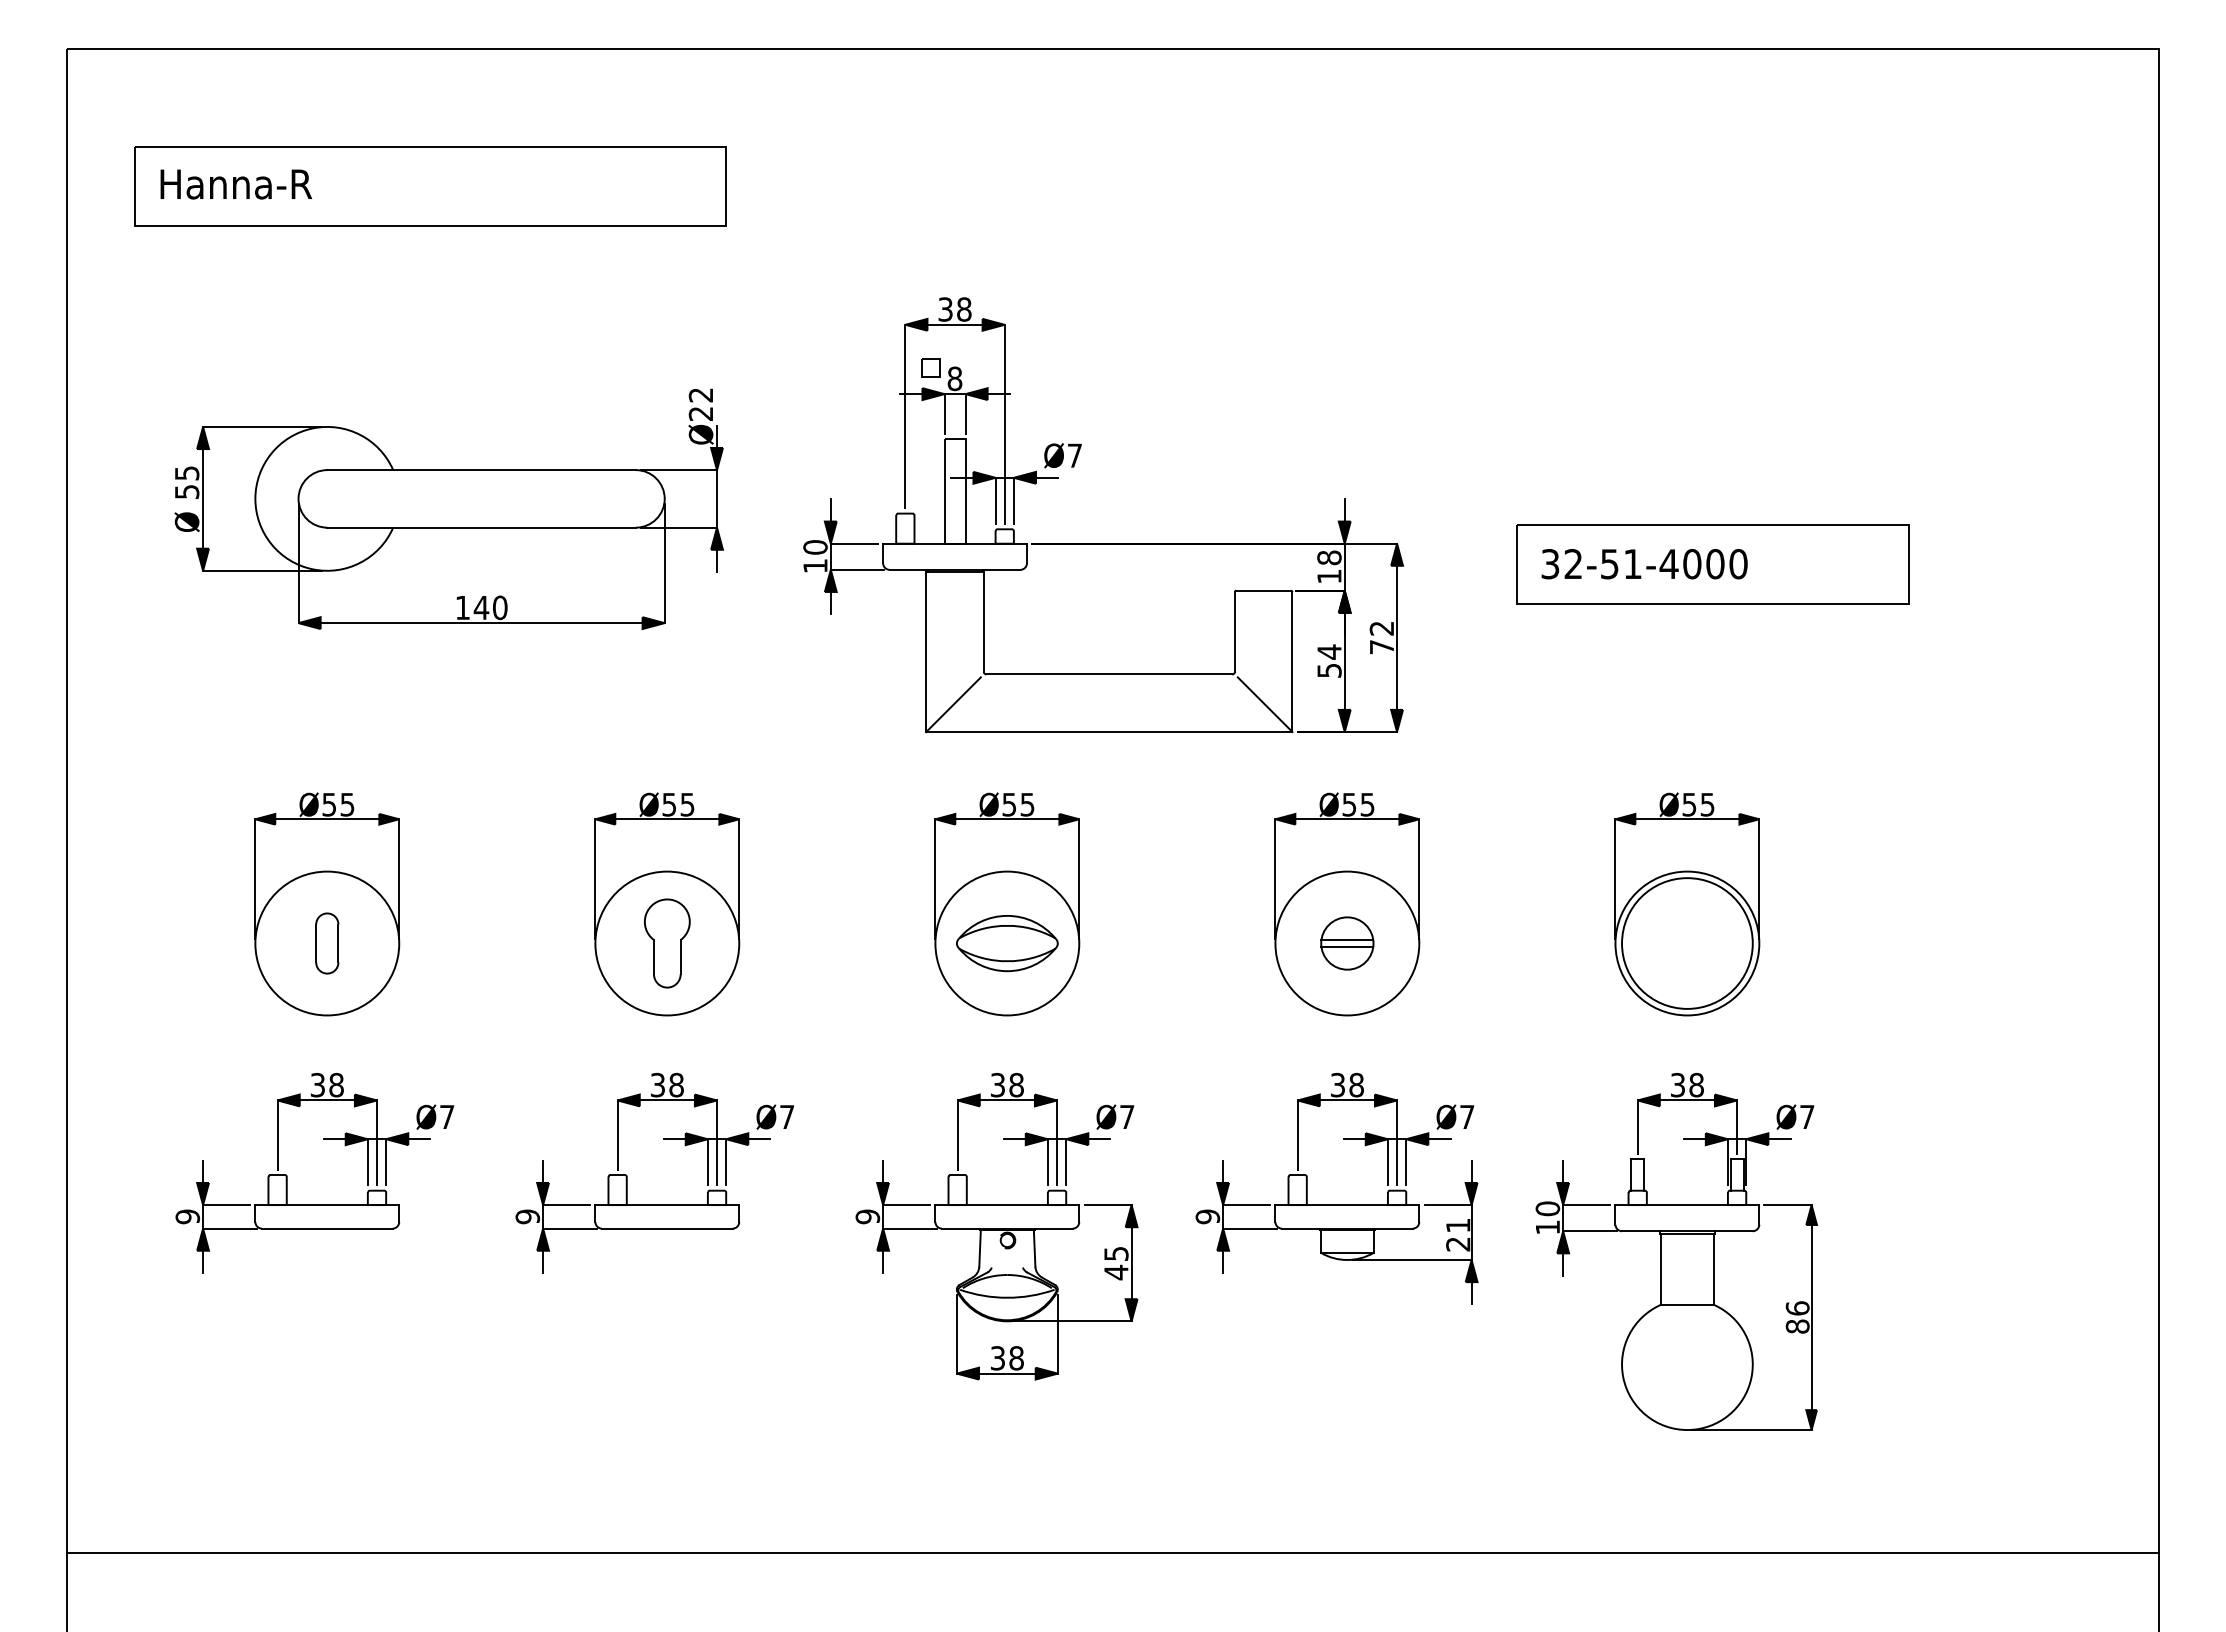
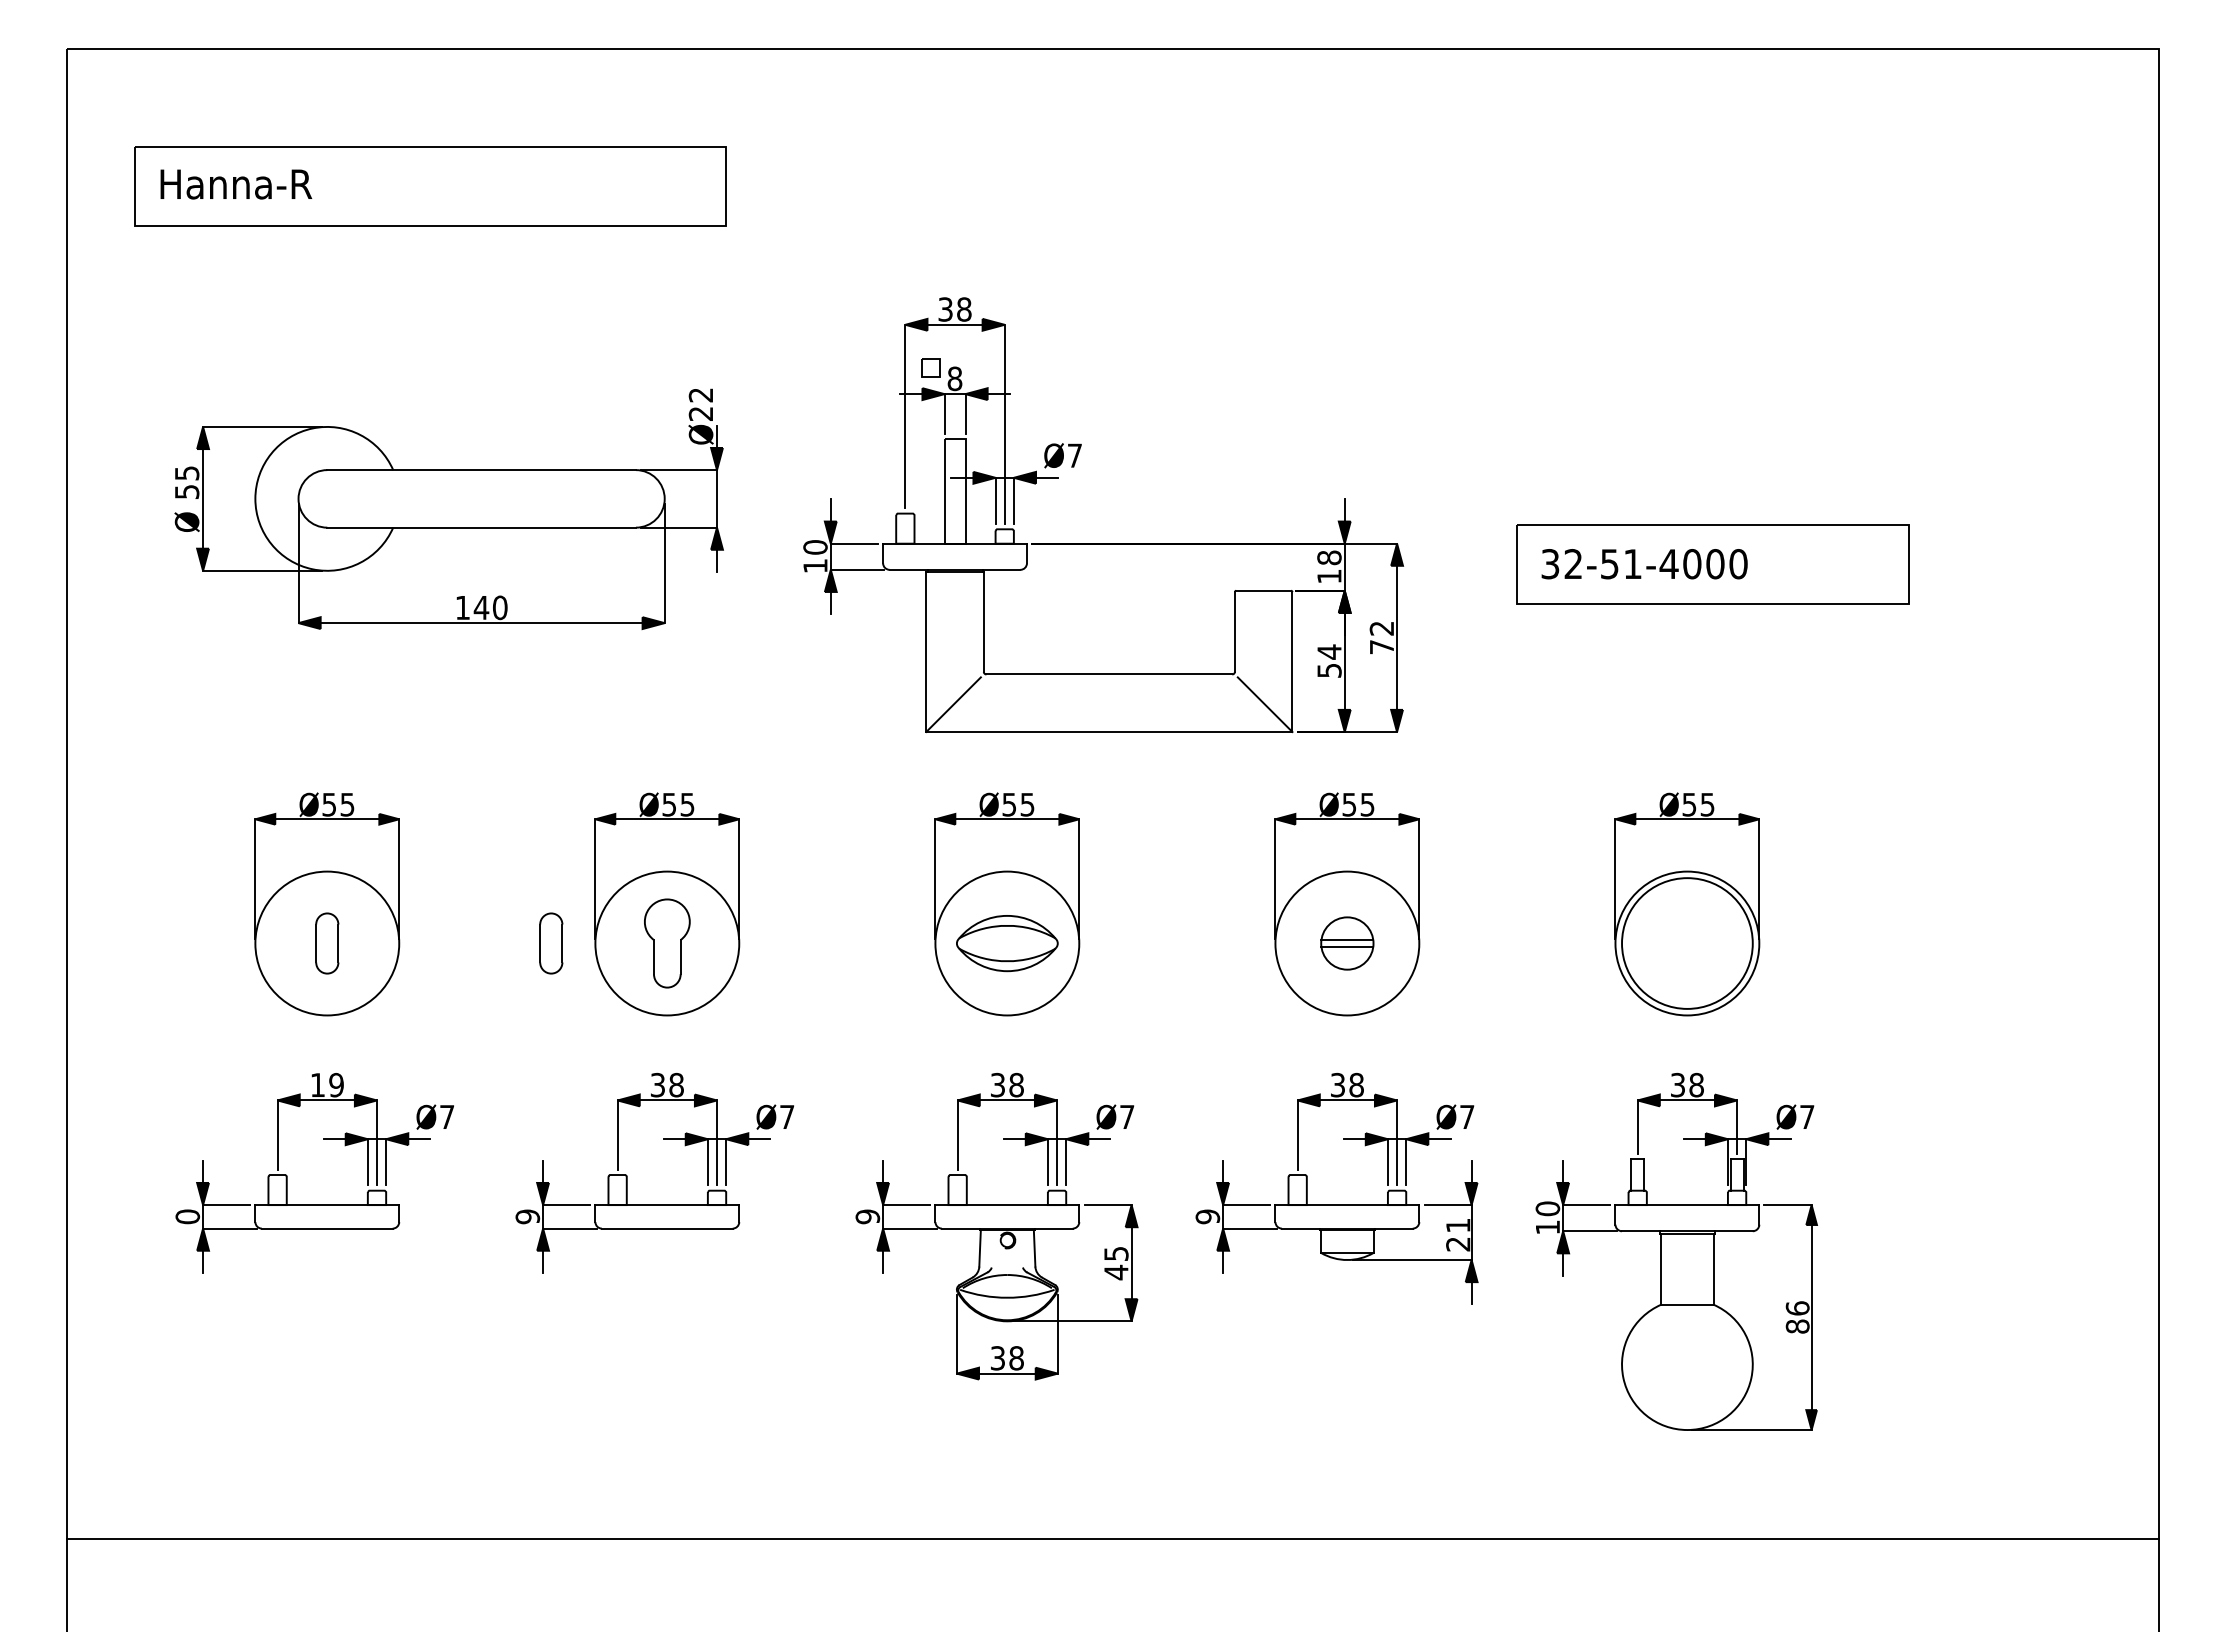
part at (551, 943): none -> present
text at (326, 1084): 38 -> 19
text at (187, 1216): 9 -> 0
line at (1112, 1552) position: (1112, 1552) -> (1112, 1538)
